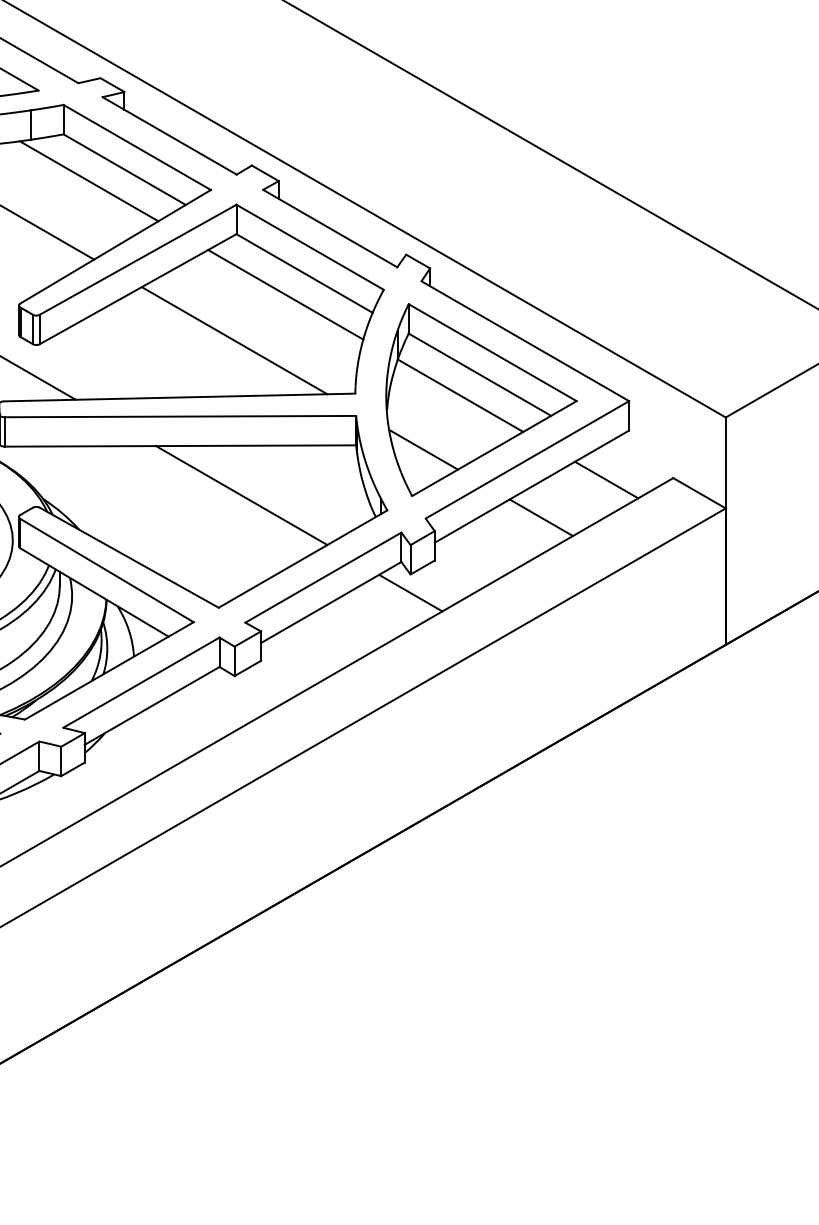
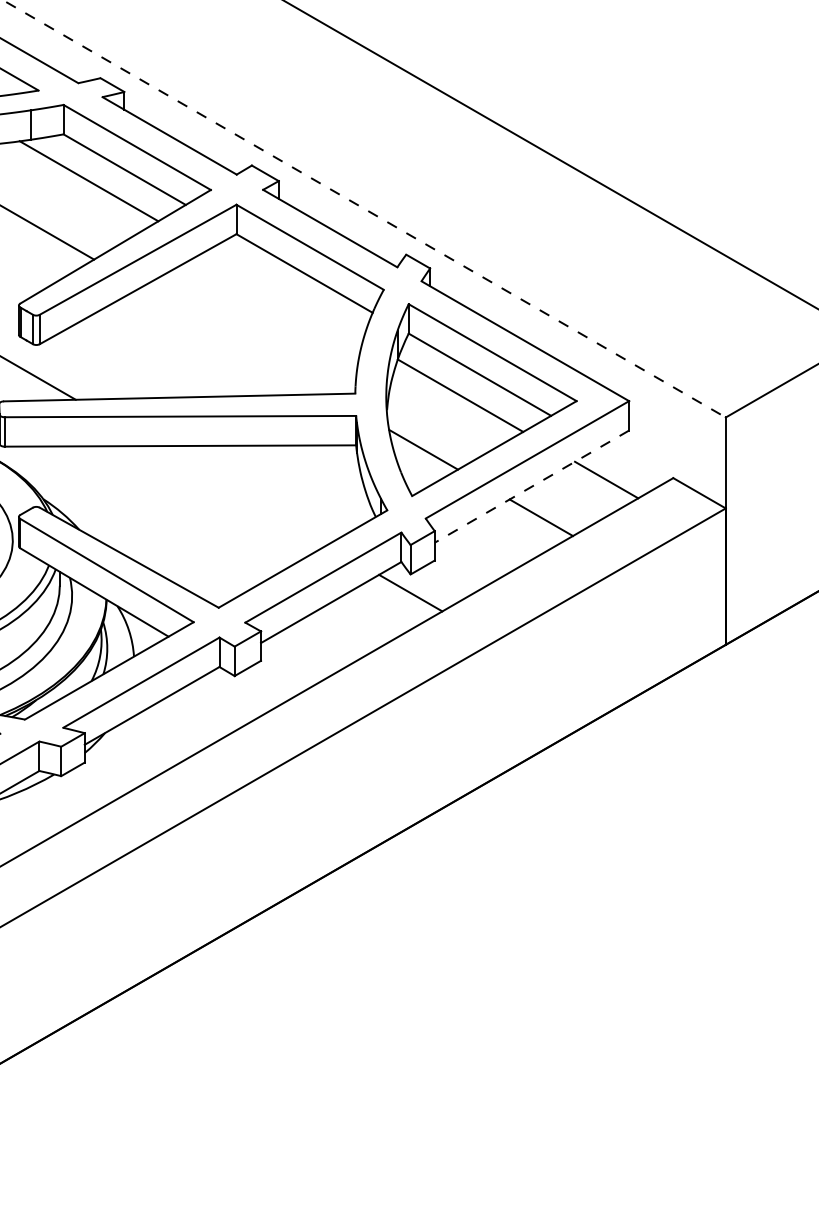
line at (364, 209): solid -> dashed
line at (285, 294): present -> none
line at (234, 340): present -> none
line at (531, 486): solid -> dashed
line at (241, 495): present -> none
